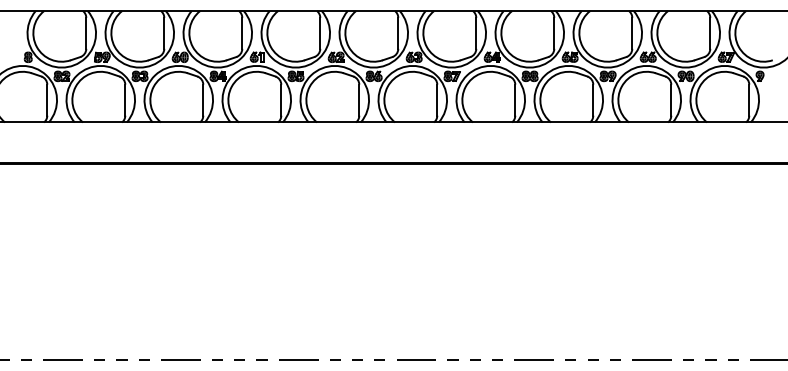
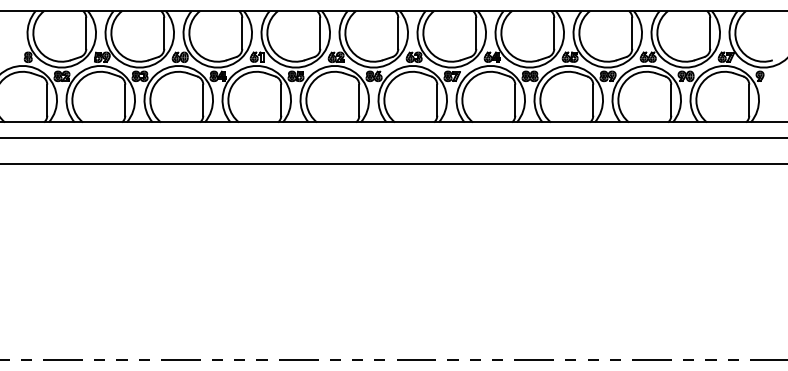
line at (393, 162) position: (393, 162) -> (393, 137)
